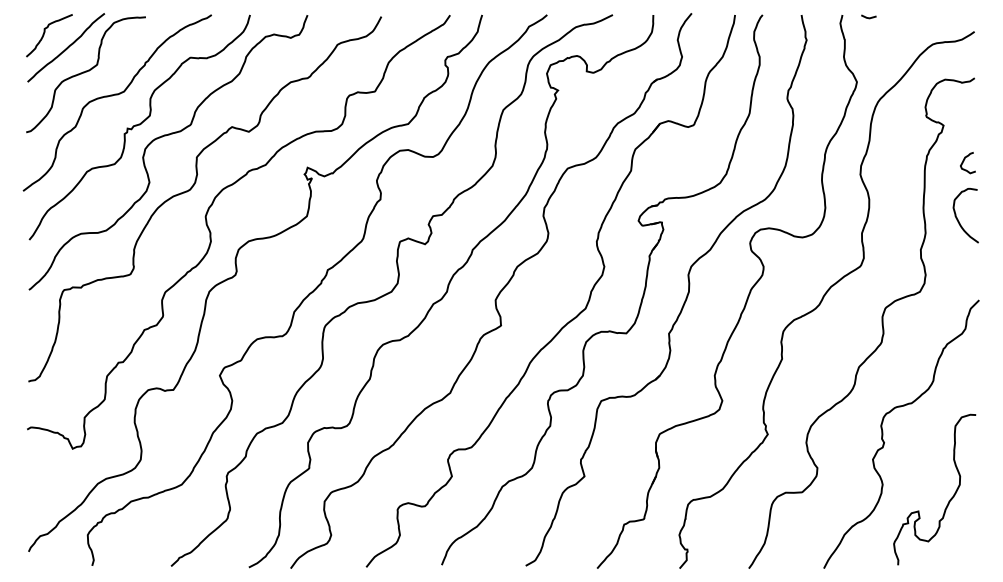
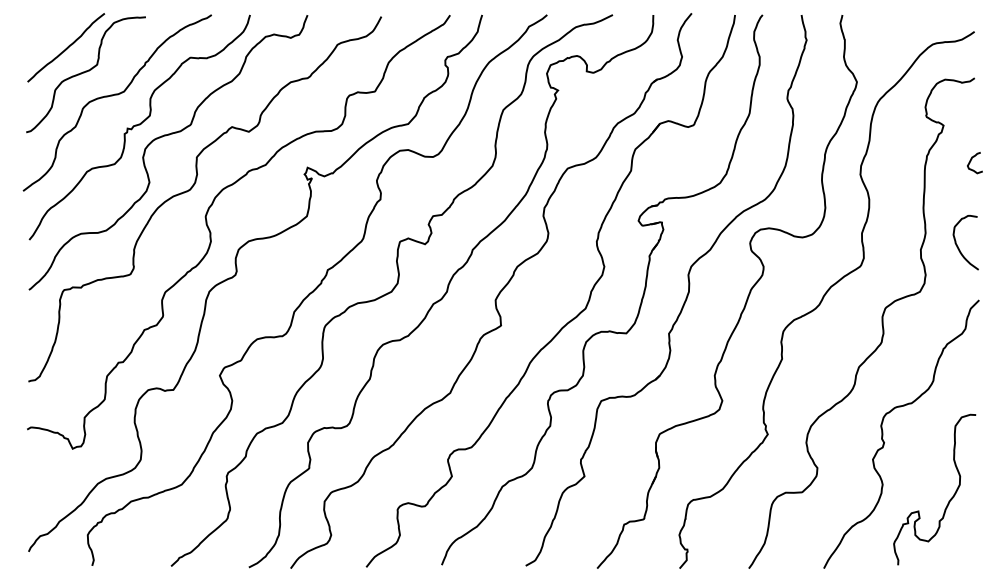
line at (868, 17): present -> none
curve at (45, 32): present -> none
curve at (964, 161) position: (964, 161) -> (971, 161)
curve at (958, 219) position: (958, 219) -> (958, 246)
